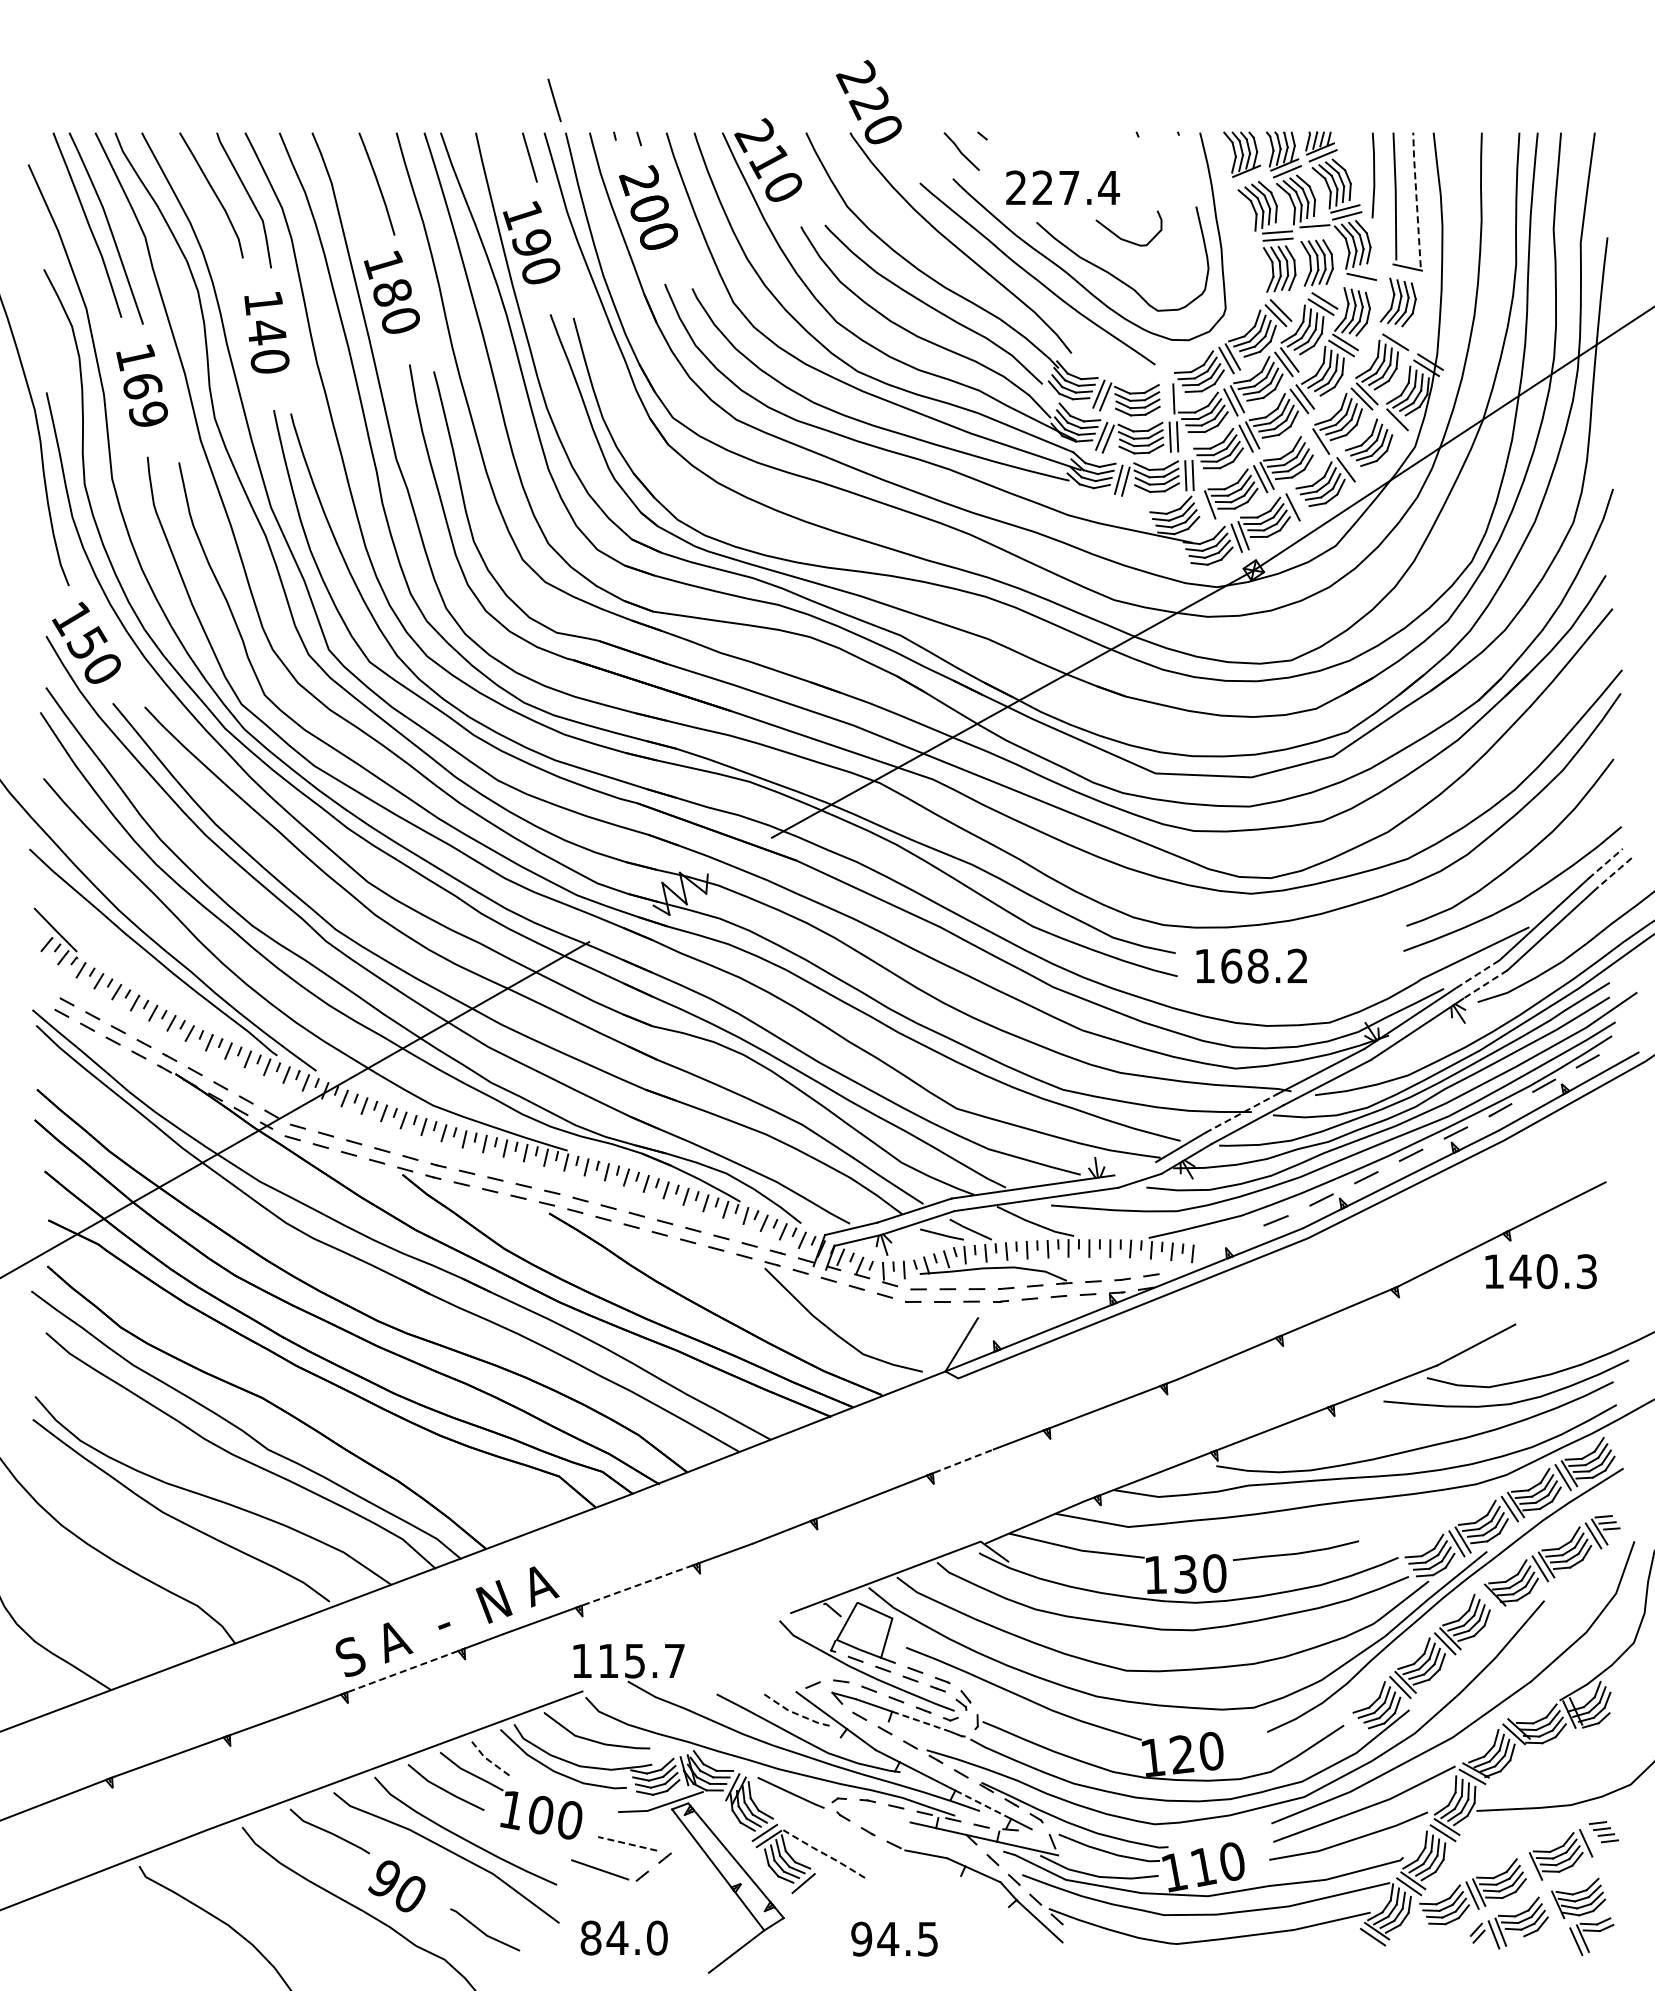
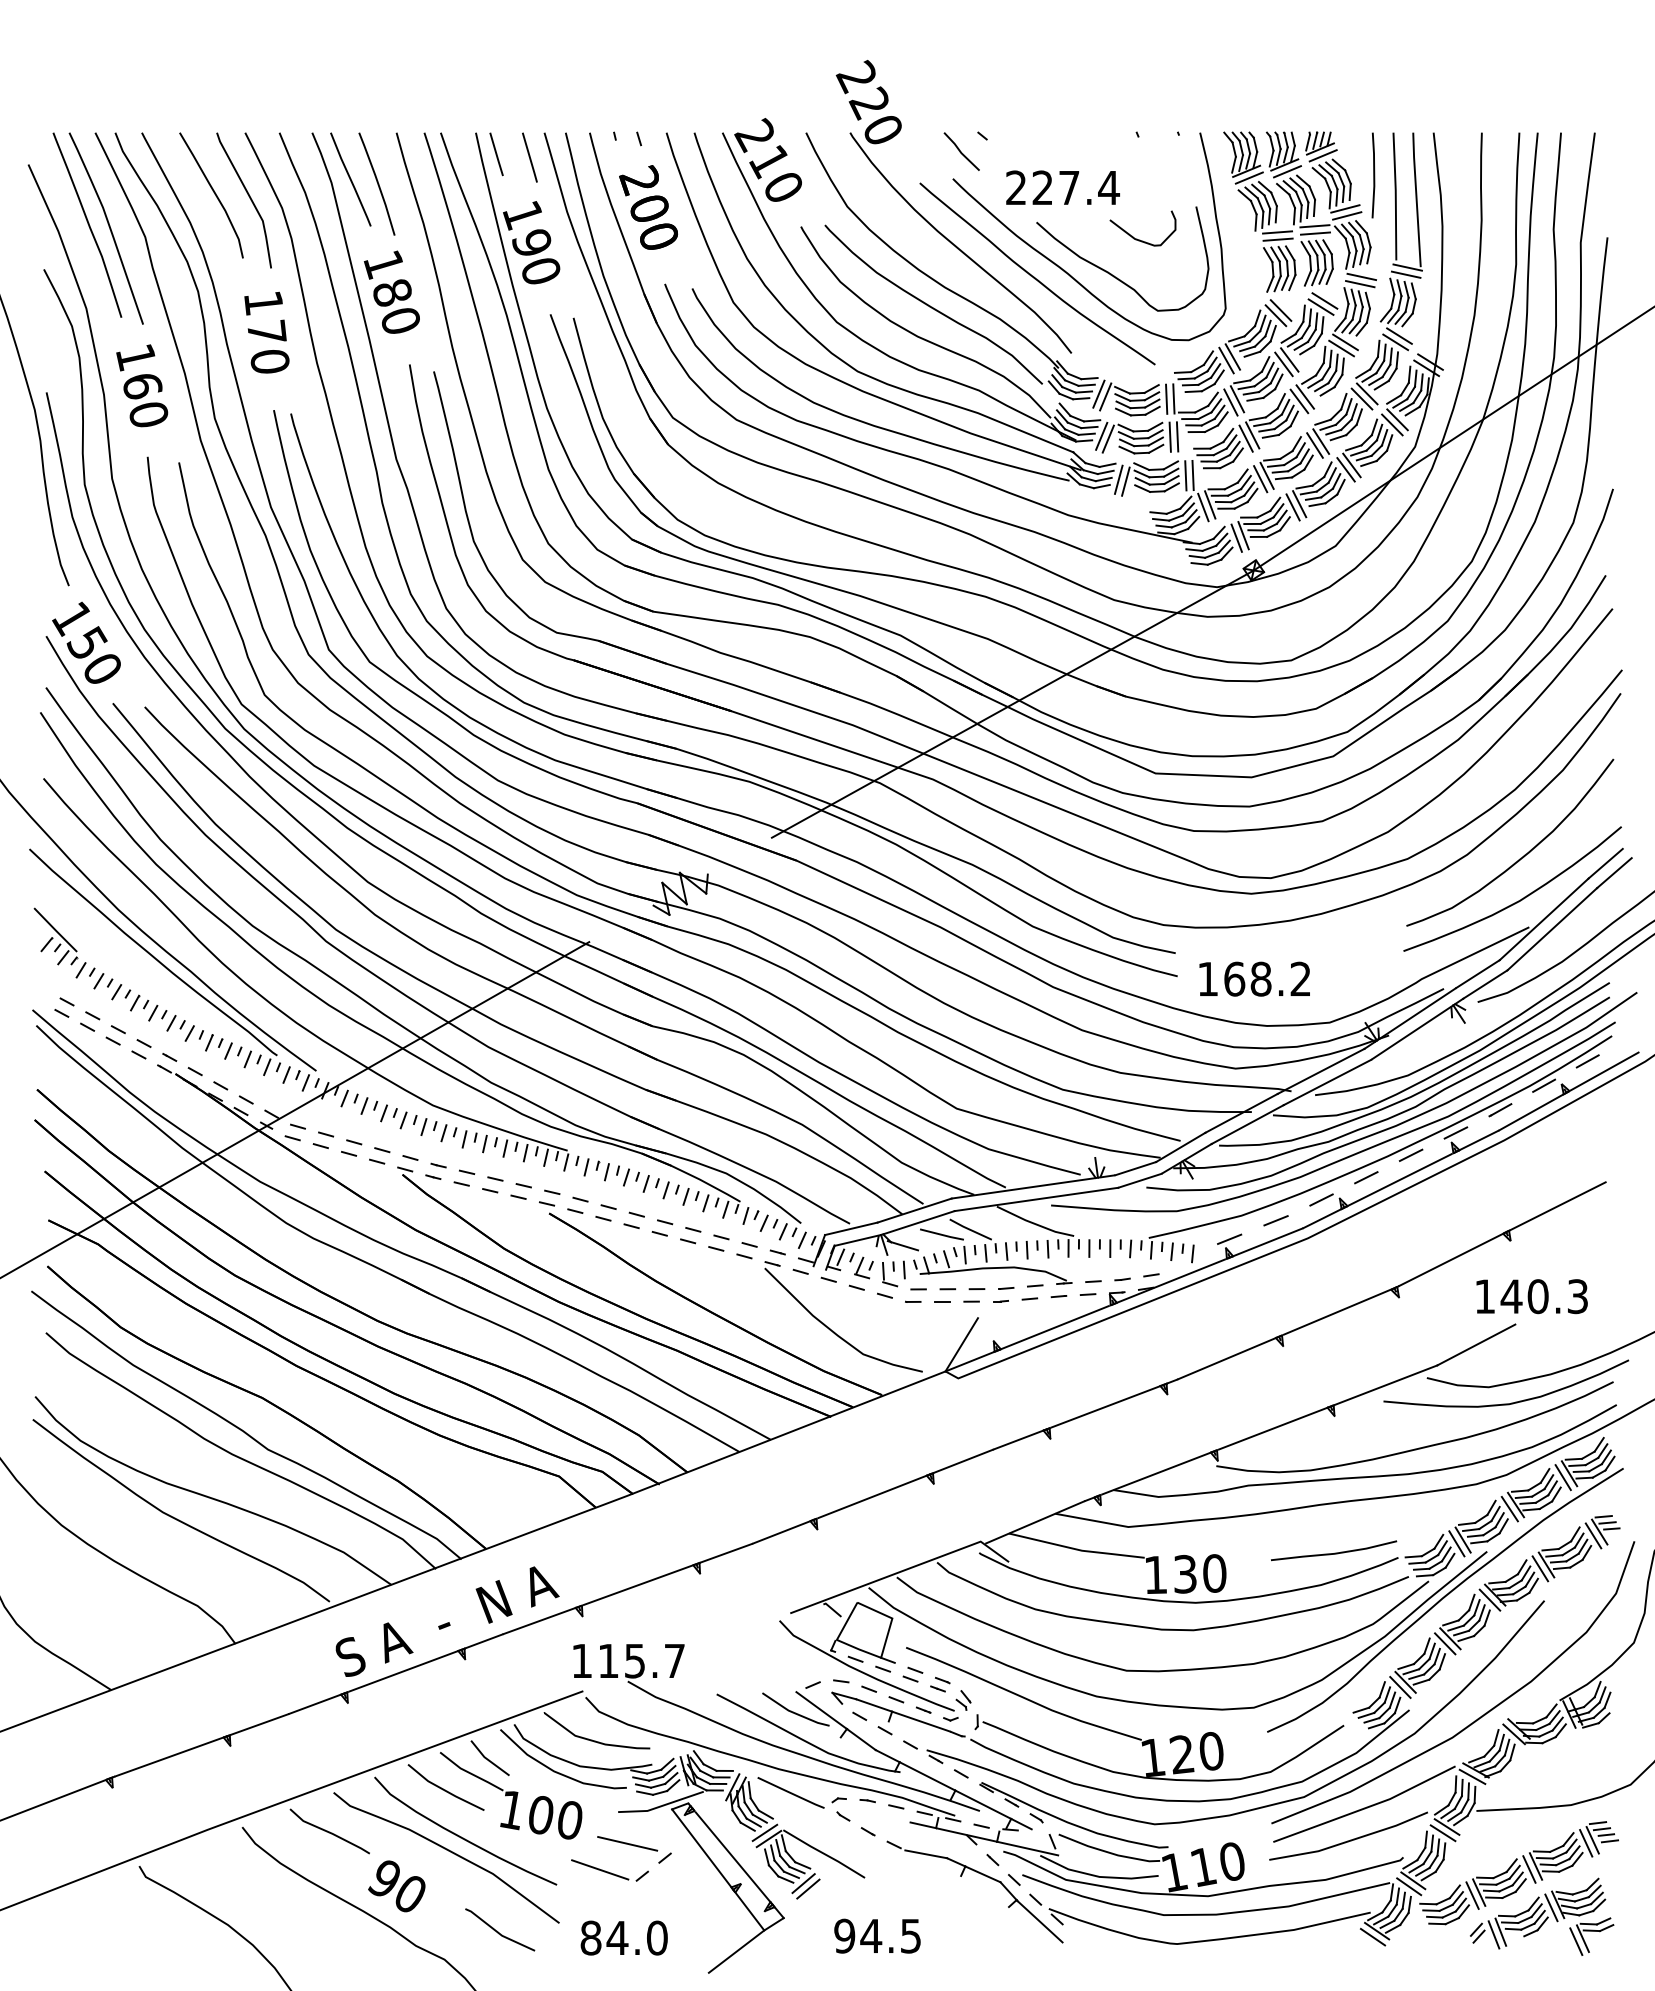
line at (554, 100) position: (554, 100) -> (496, 154)
line at (1248, 177): none -> present
line at (350, 179): none -> present
line at (1416, 199): dashed -> solid
line at (1315, 233): none -> present
curve at (1123, 238) position: (1123, 238) -> (1137, 238)
line at (1405, 274): none -> present
line at (1360, 284): none -> present
text at (266, 332): 140 -> 170
line at (1399, 335): none -> present
line at (1166, 398): none -> present
text at (148, 414): 169 -> 160
line at (1392, 424): none -> present
line at (1314, 445): none -> present
line at (1351, 465): none -> present
line at (1299, 504): none -> present
line at (1203, 507): none -> present
line at (1605, 863): dashed -> solid
line at (1614, 873): dashed -> solid
text at (1251, 965) position: (1251, 965) -> (1254, 978)
line at (1477, 974): dashed -> solid
line at (1484, 984): dashed -> solid
line at (1242, 1113): dashed -> solid
line at (1135, 1168): none -> present
line at (1229, 1238): none -> present
line at (902, 1245): none -> present
text at (1540, 1271) position: (1540, 1271) -> (1531, 1296)
line at (963, 1461): dashed -> solid
line at (1296, 1552) position: (1296, 1552) -> (1334, 1552)
line at (643, 1583): dashed -> solid
line at (1489, 1599): none -> present
line at (407, 1669): dashed -> solid
line at (794, 1712): dashed -> solid
line at (921, 1721): dashed -> solid
line at (487, 1759): dashed -> solid
line at (983, 1804): dashed -> solid
line at (1592, 1840): none -> present
line at (627, 1843): dashed -> solid
line at (824, 1854): dashed -> solid
line at (1529, 1869): none -> present
line at (808, 1888): none -> present
line at (1551, 1907): none -> present
line at (483, 1931) position: (483, 1931) -> (498, 1931)
text at (894, 1938) position: (894, 1938) -> (877, 1935)
